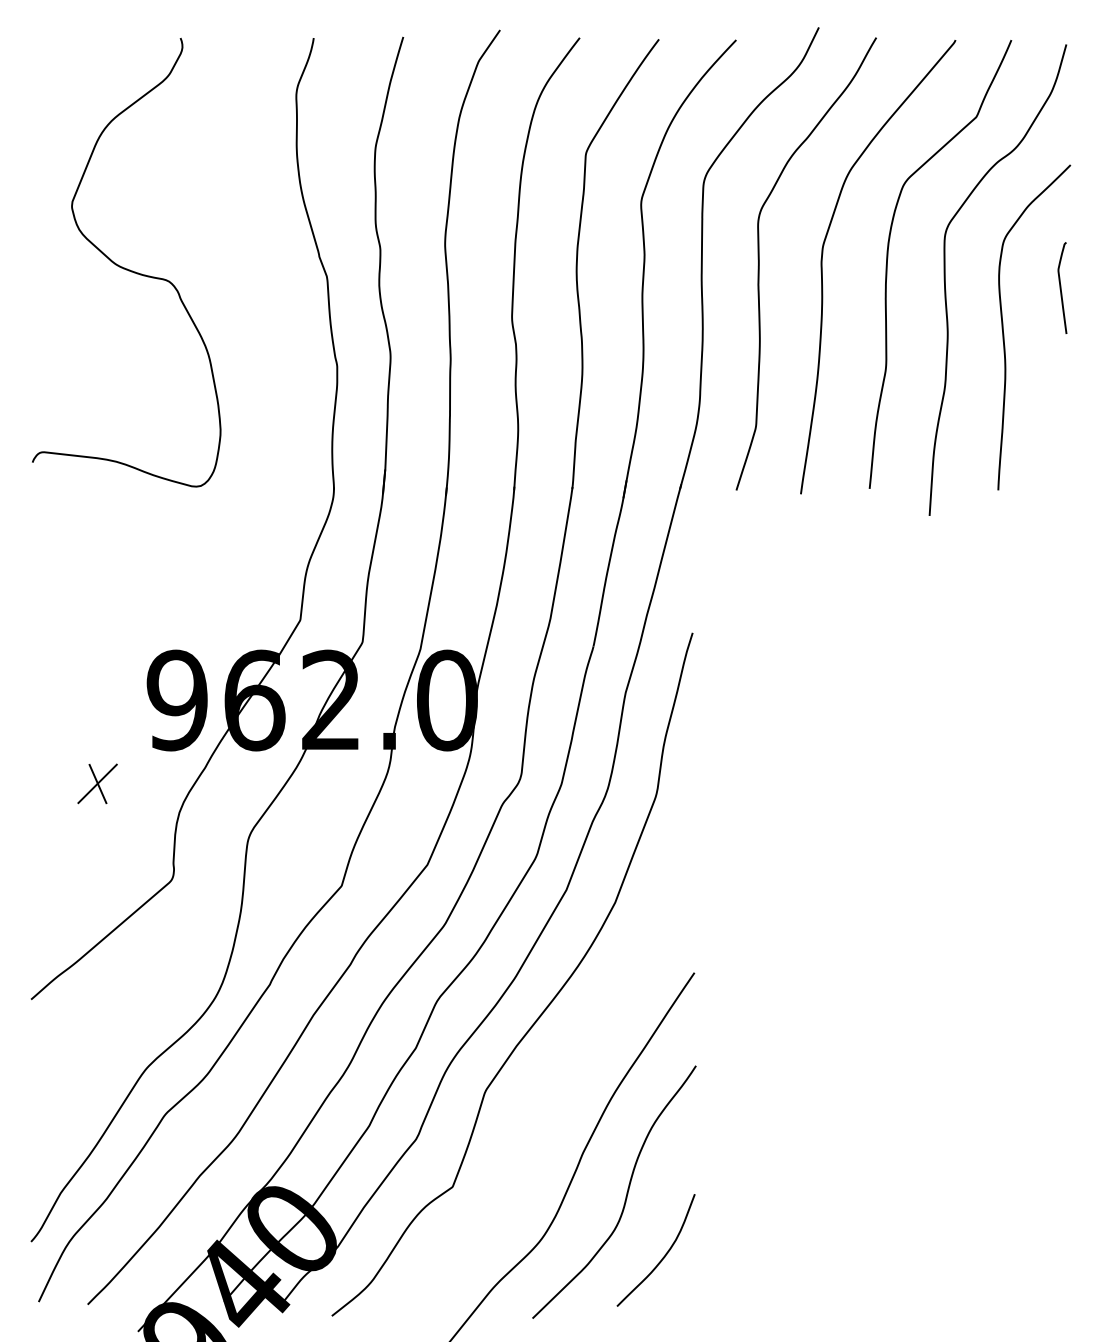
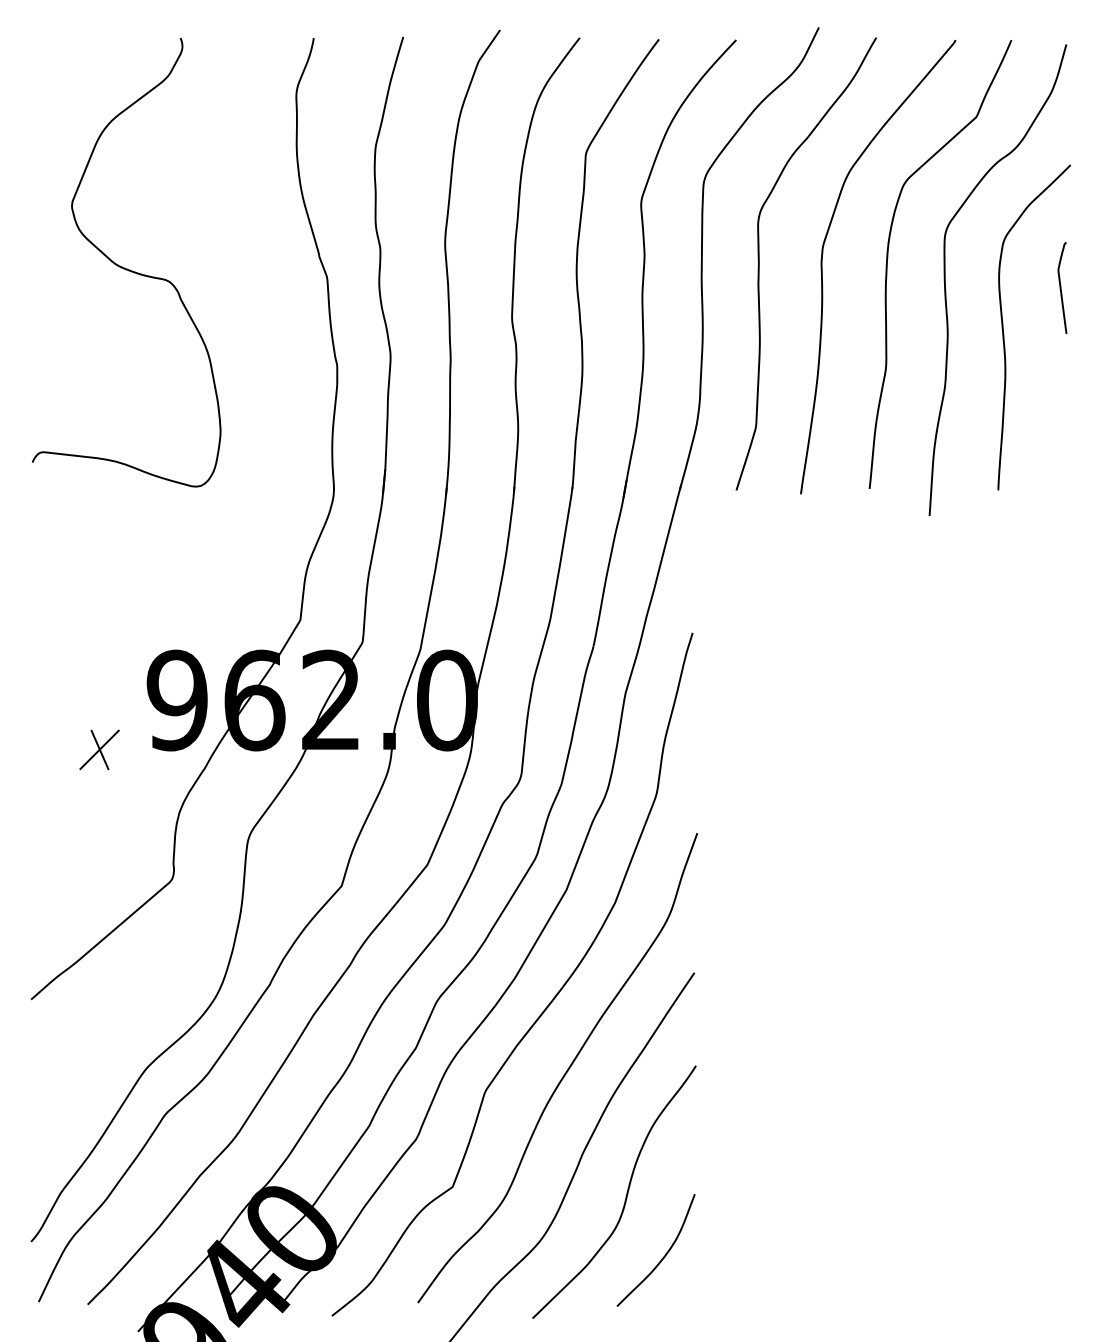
part at (97, 783) position: (97, 783) -> (99, 749)
curve at (565, 1071): none -> present
